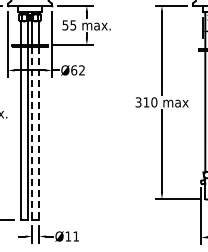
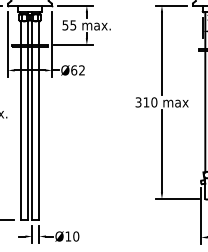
line at (32, 134): dashed -> solid
line at (39, 134): dashed -> solid
text at (76, 236): Ø11 -> Ø10
